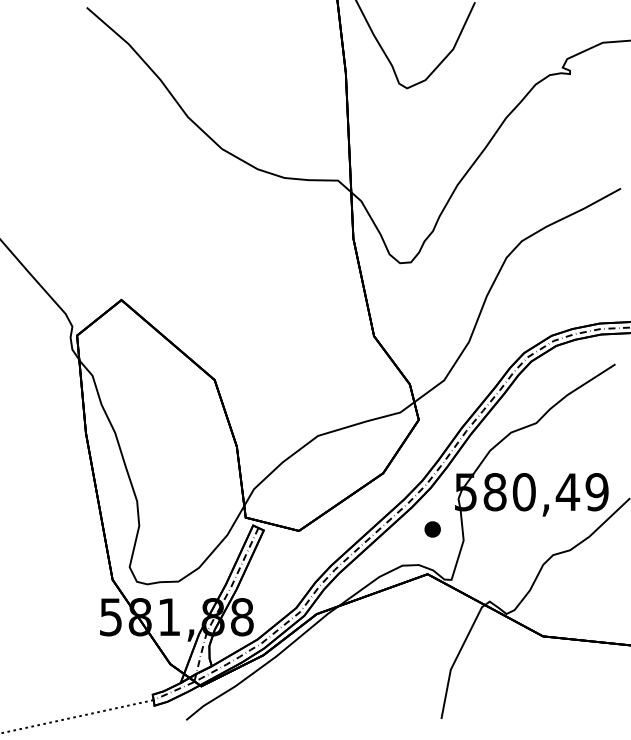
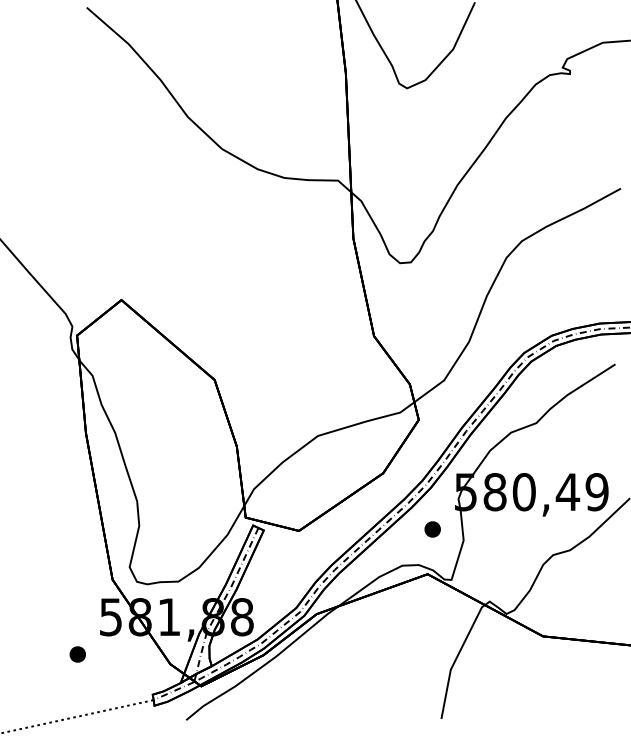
part at (77, 654): none -> present
